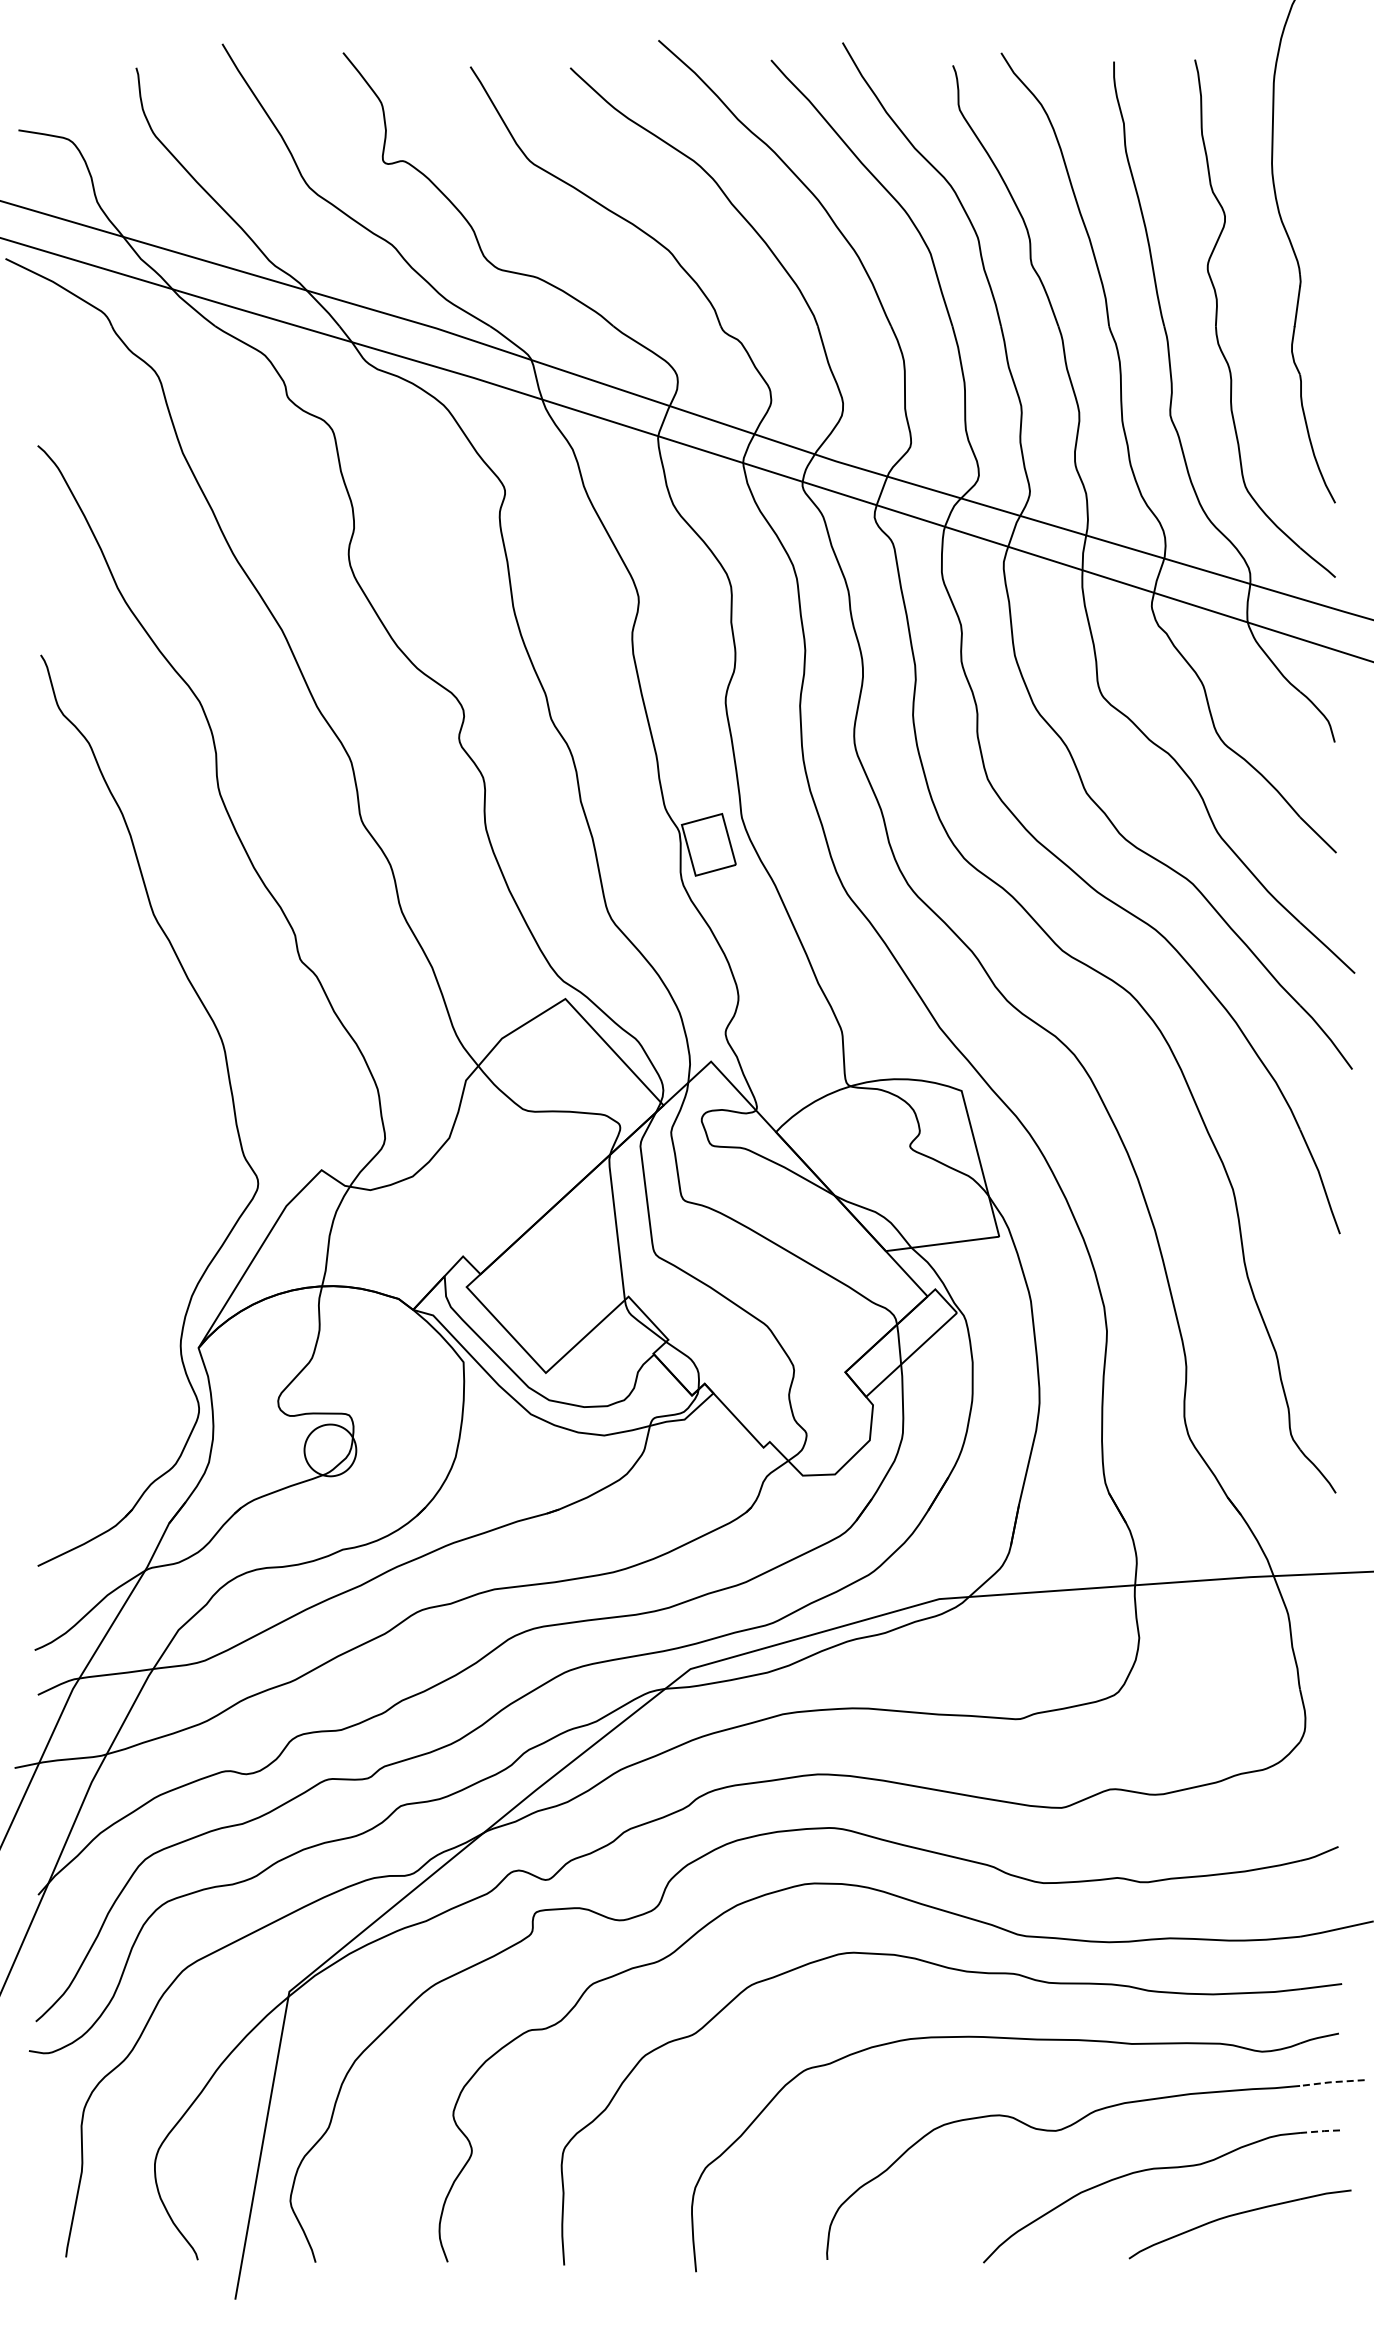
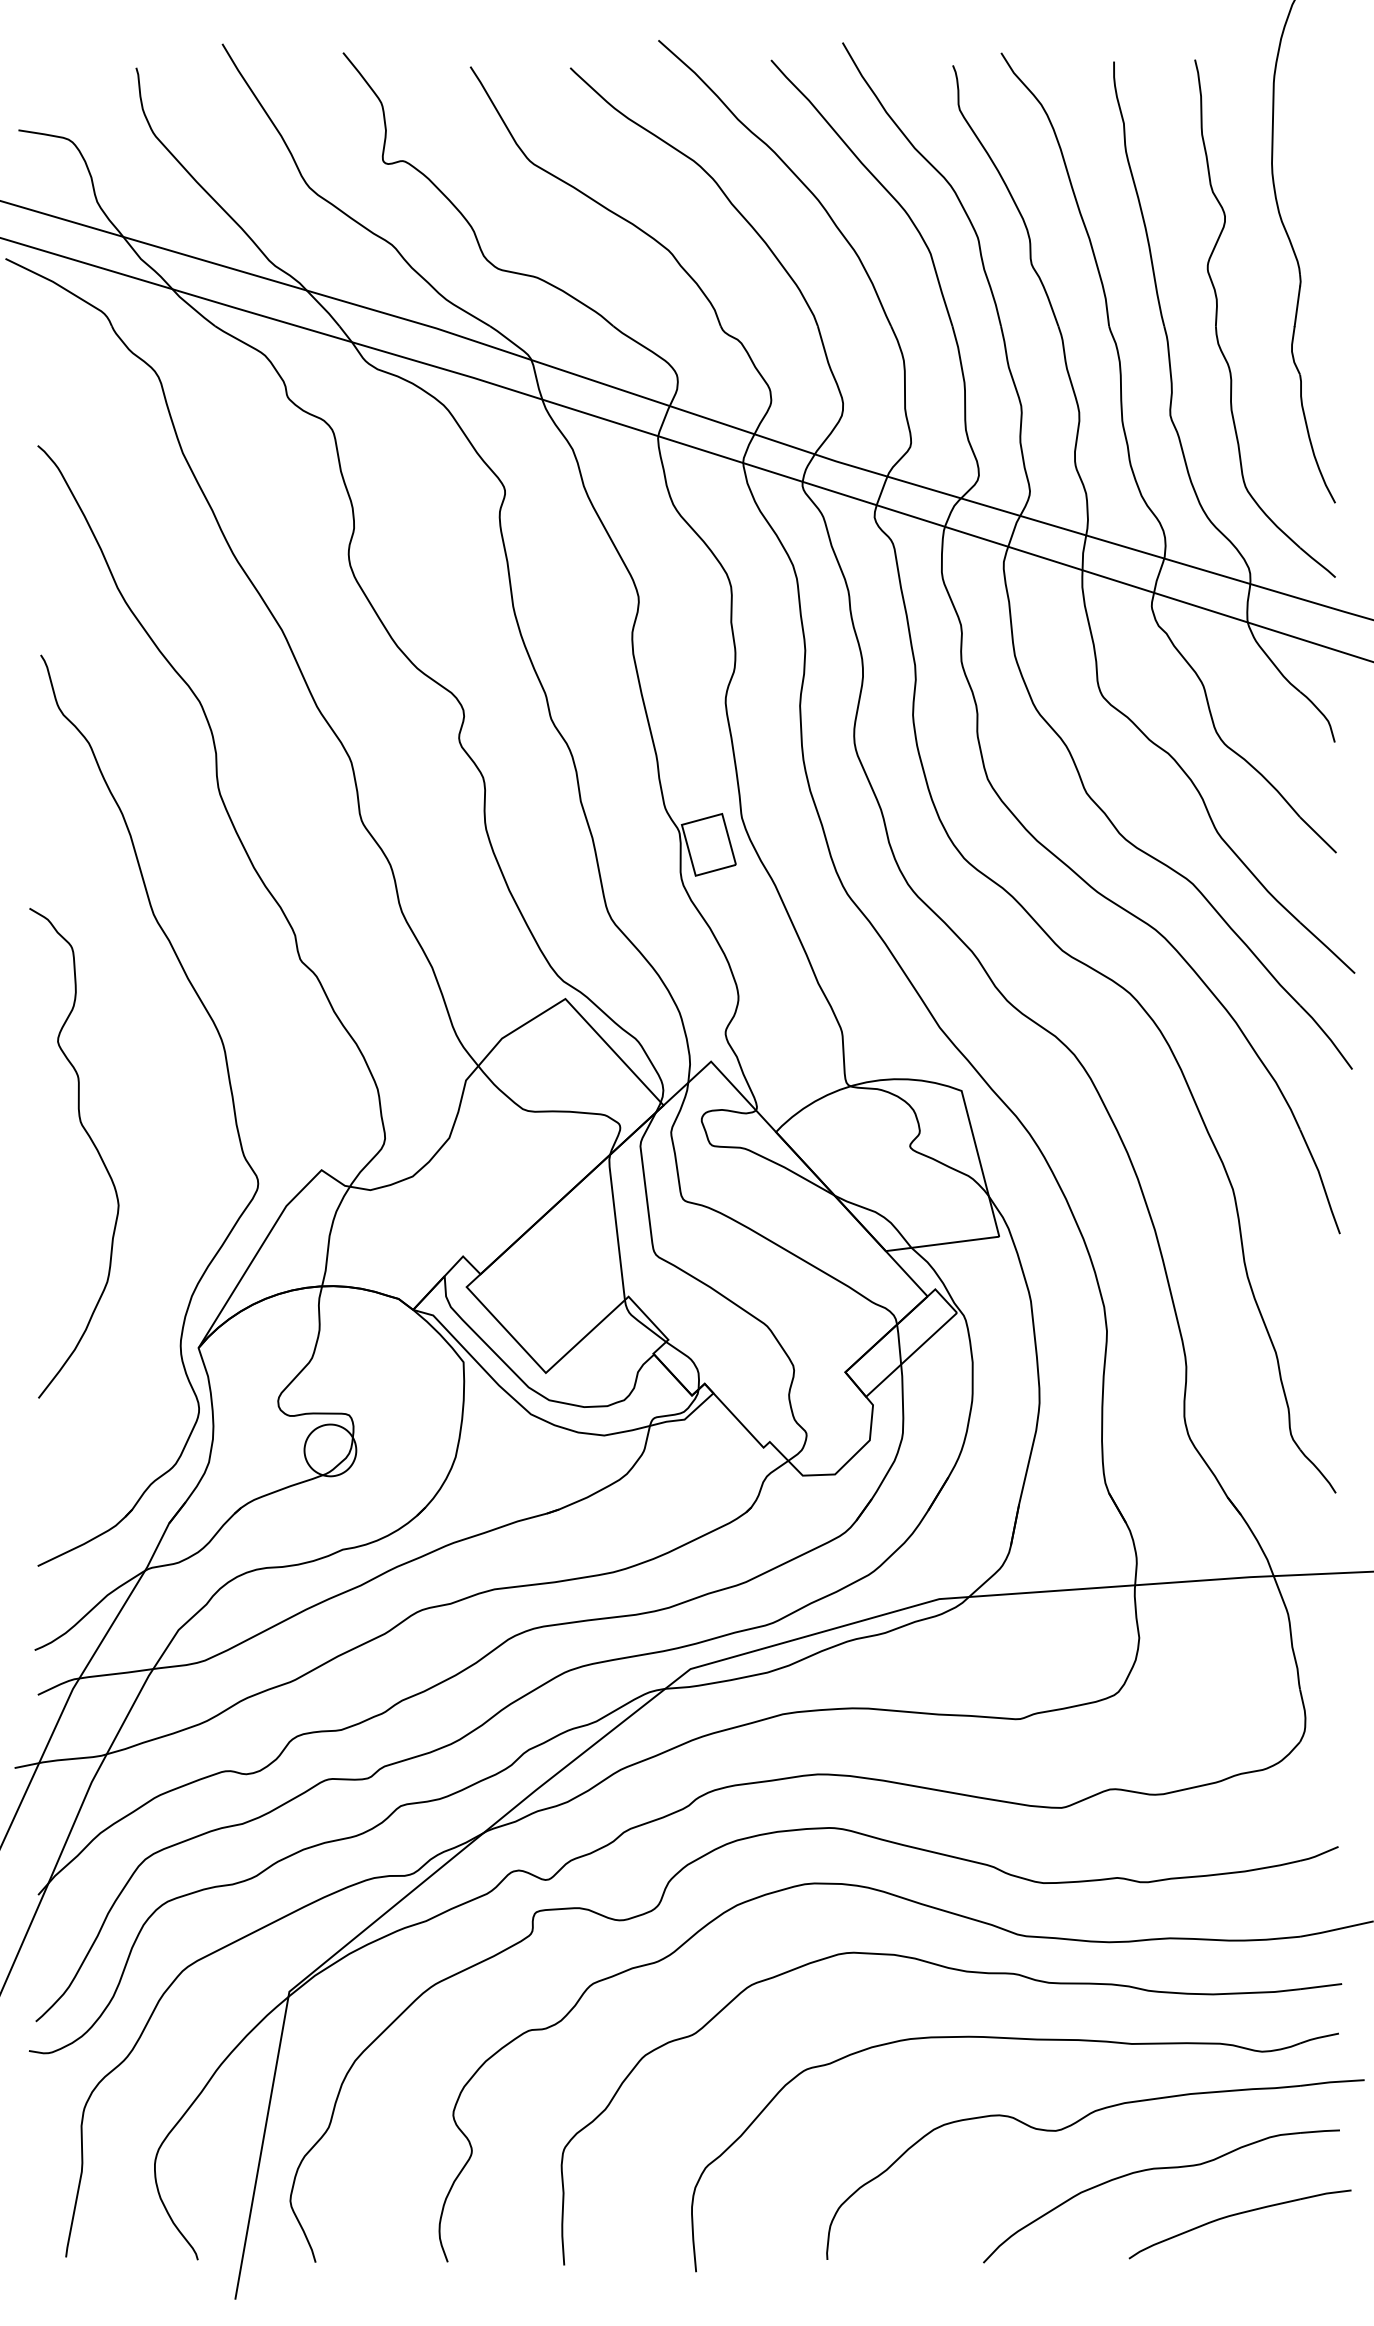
curve at (91, 1142): none -> present
line at (1330, 2082): dashed -> solid
line at (1320, 2131): dashed -> solid
